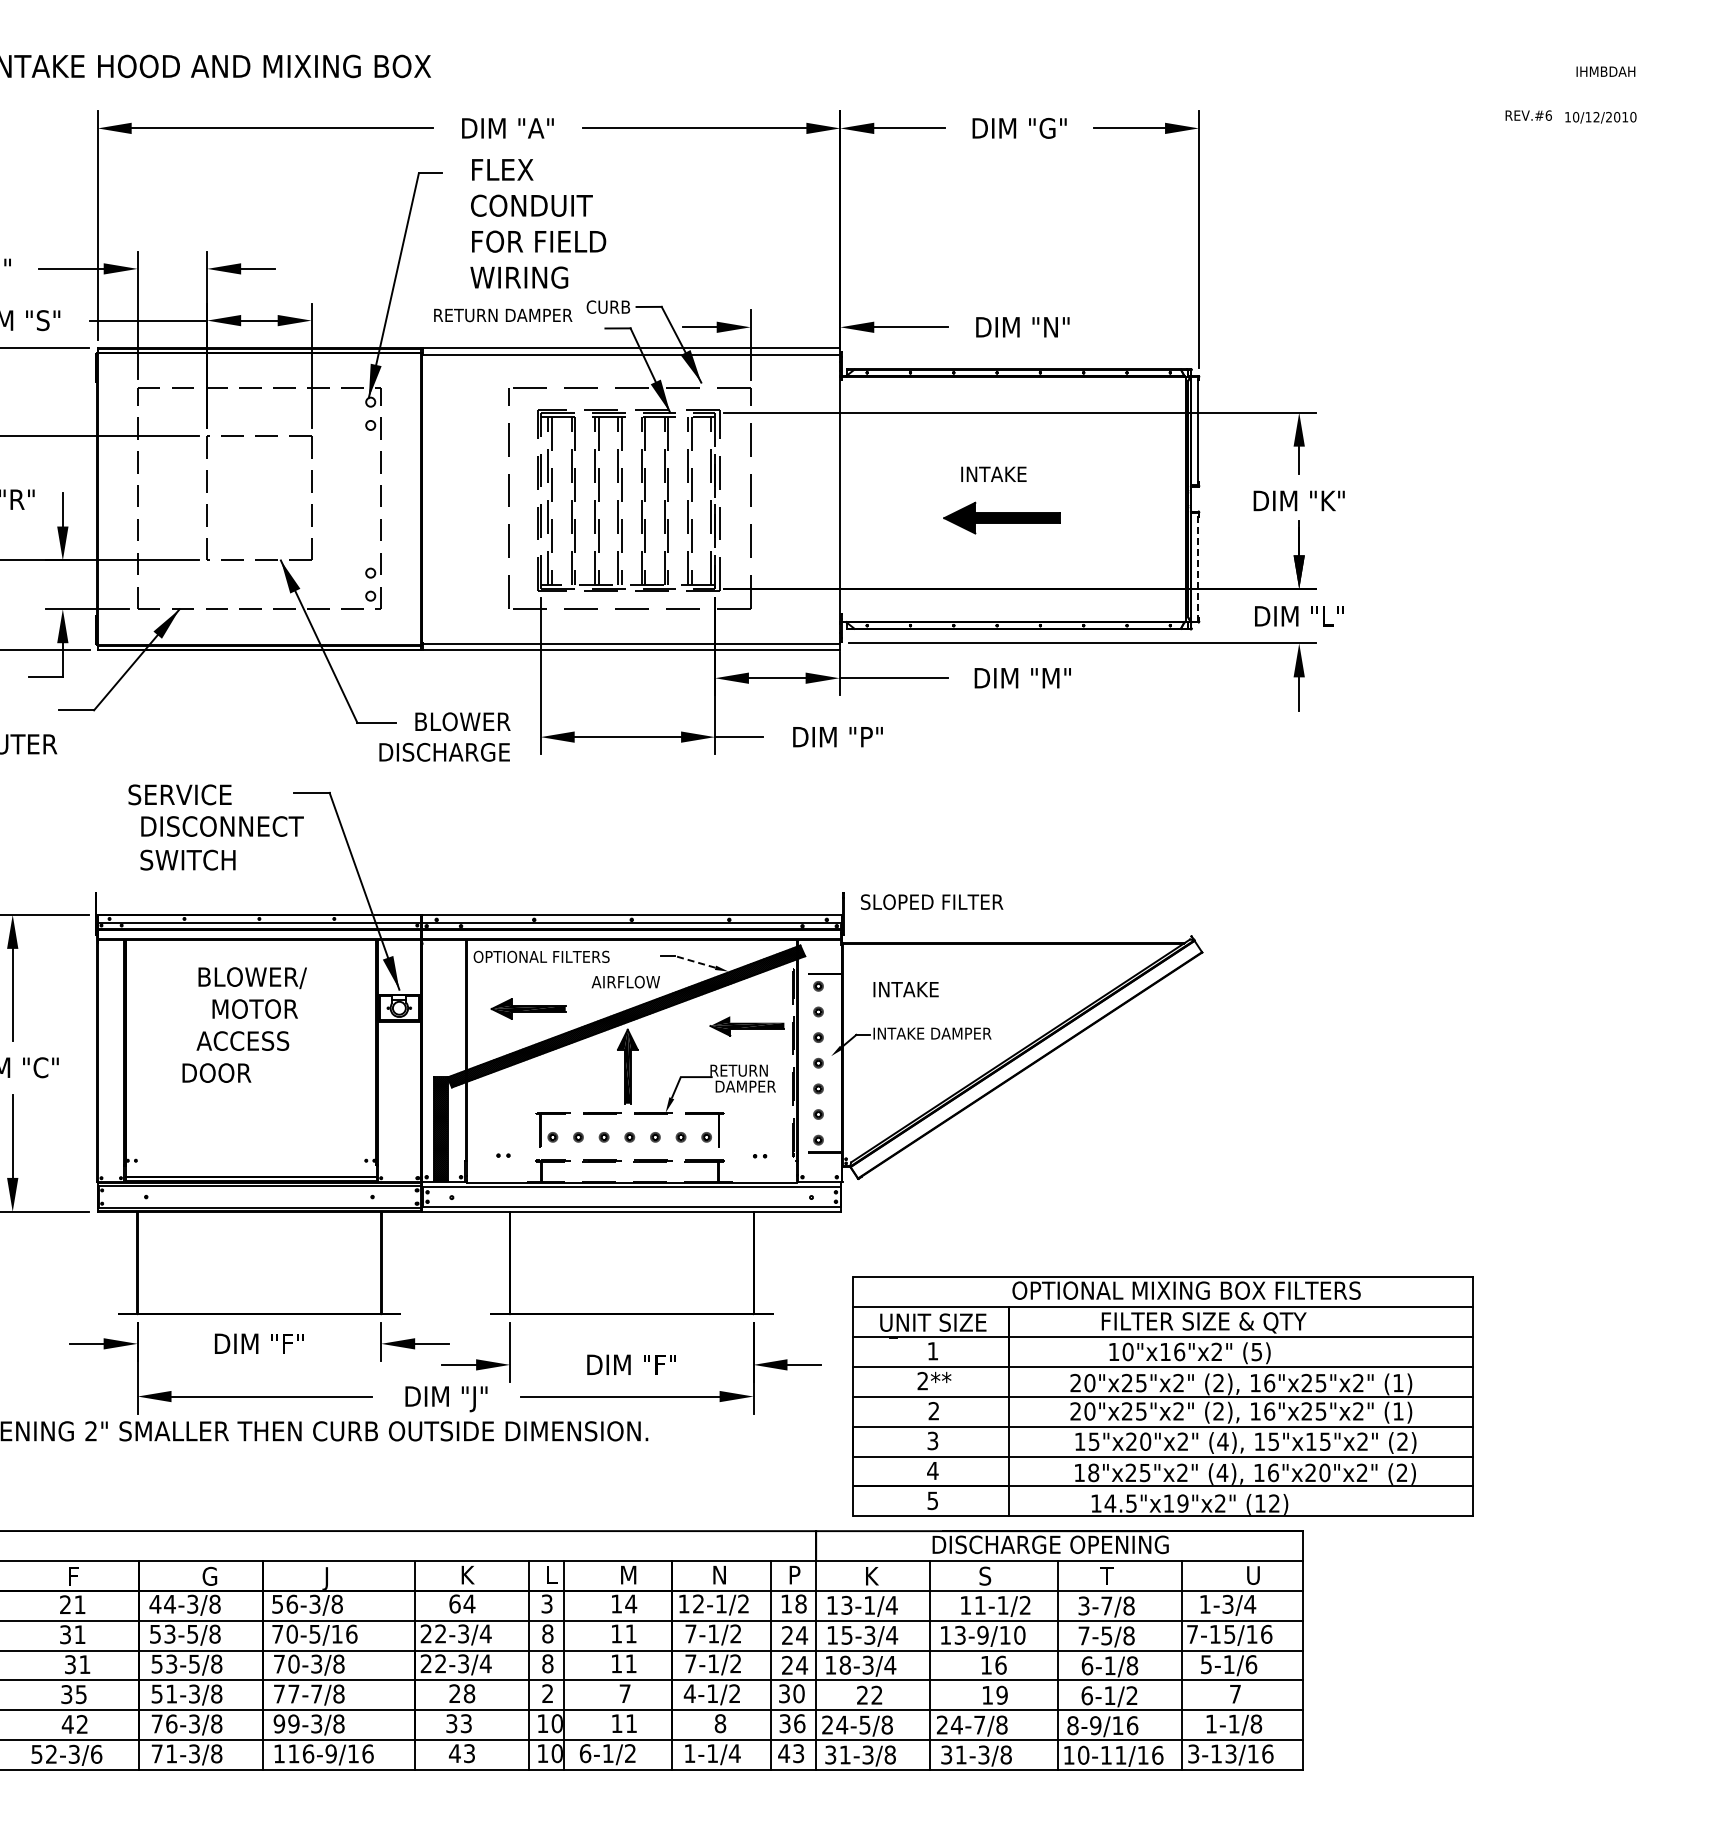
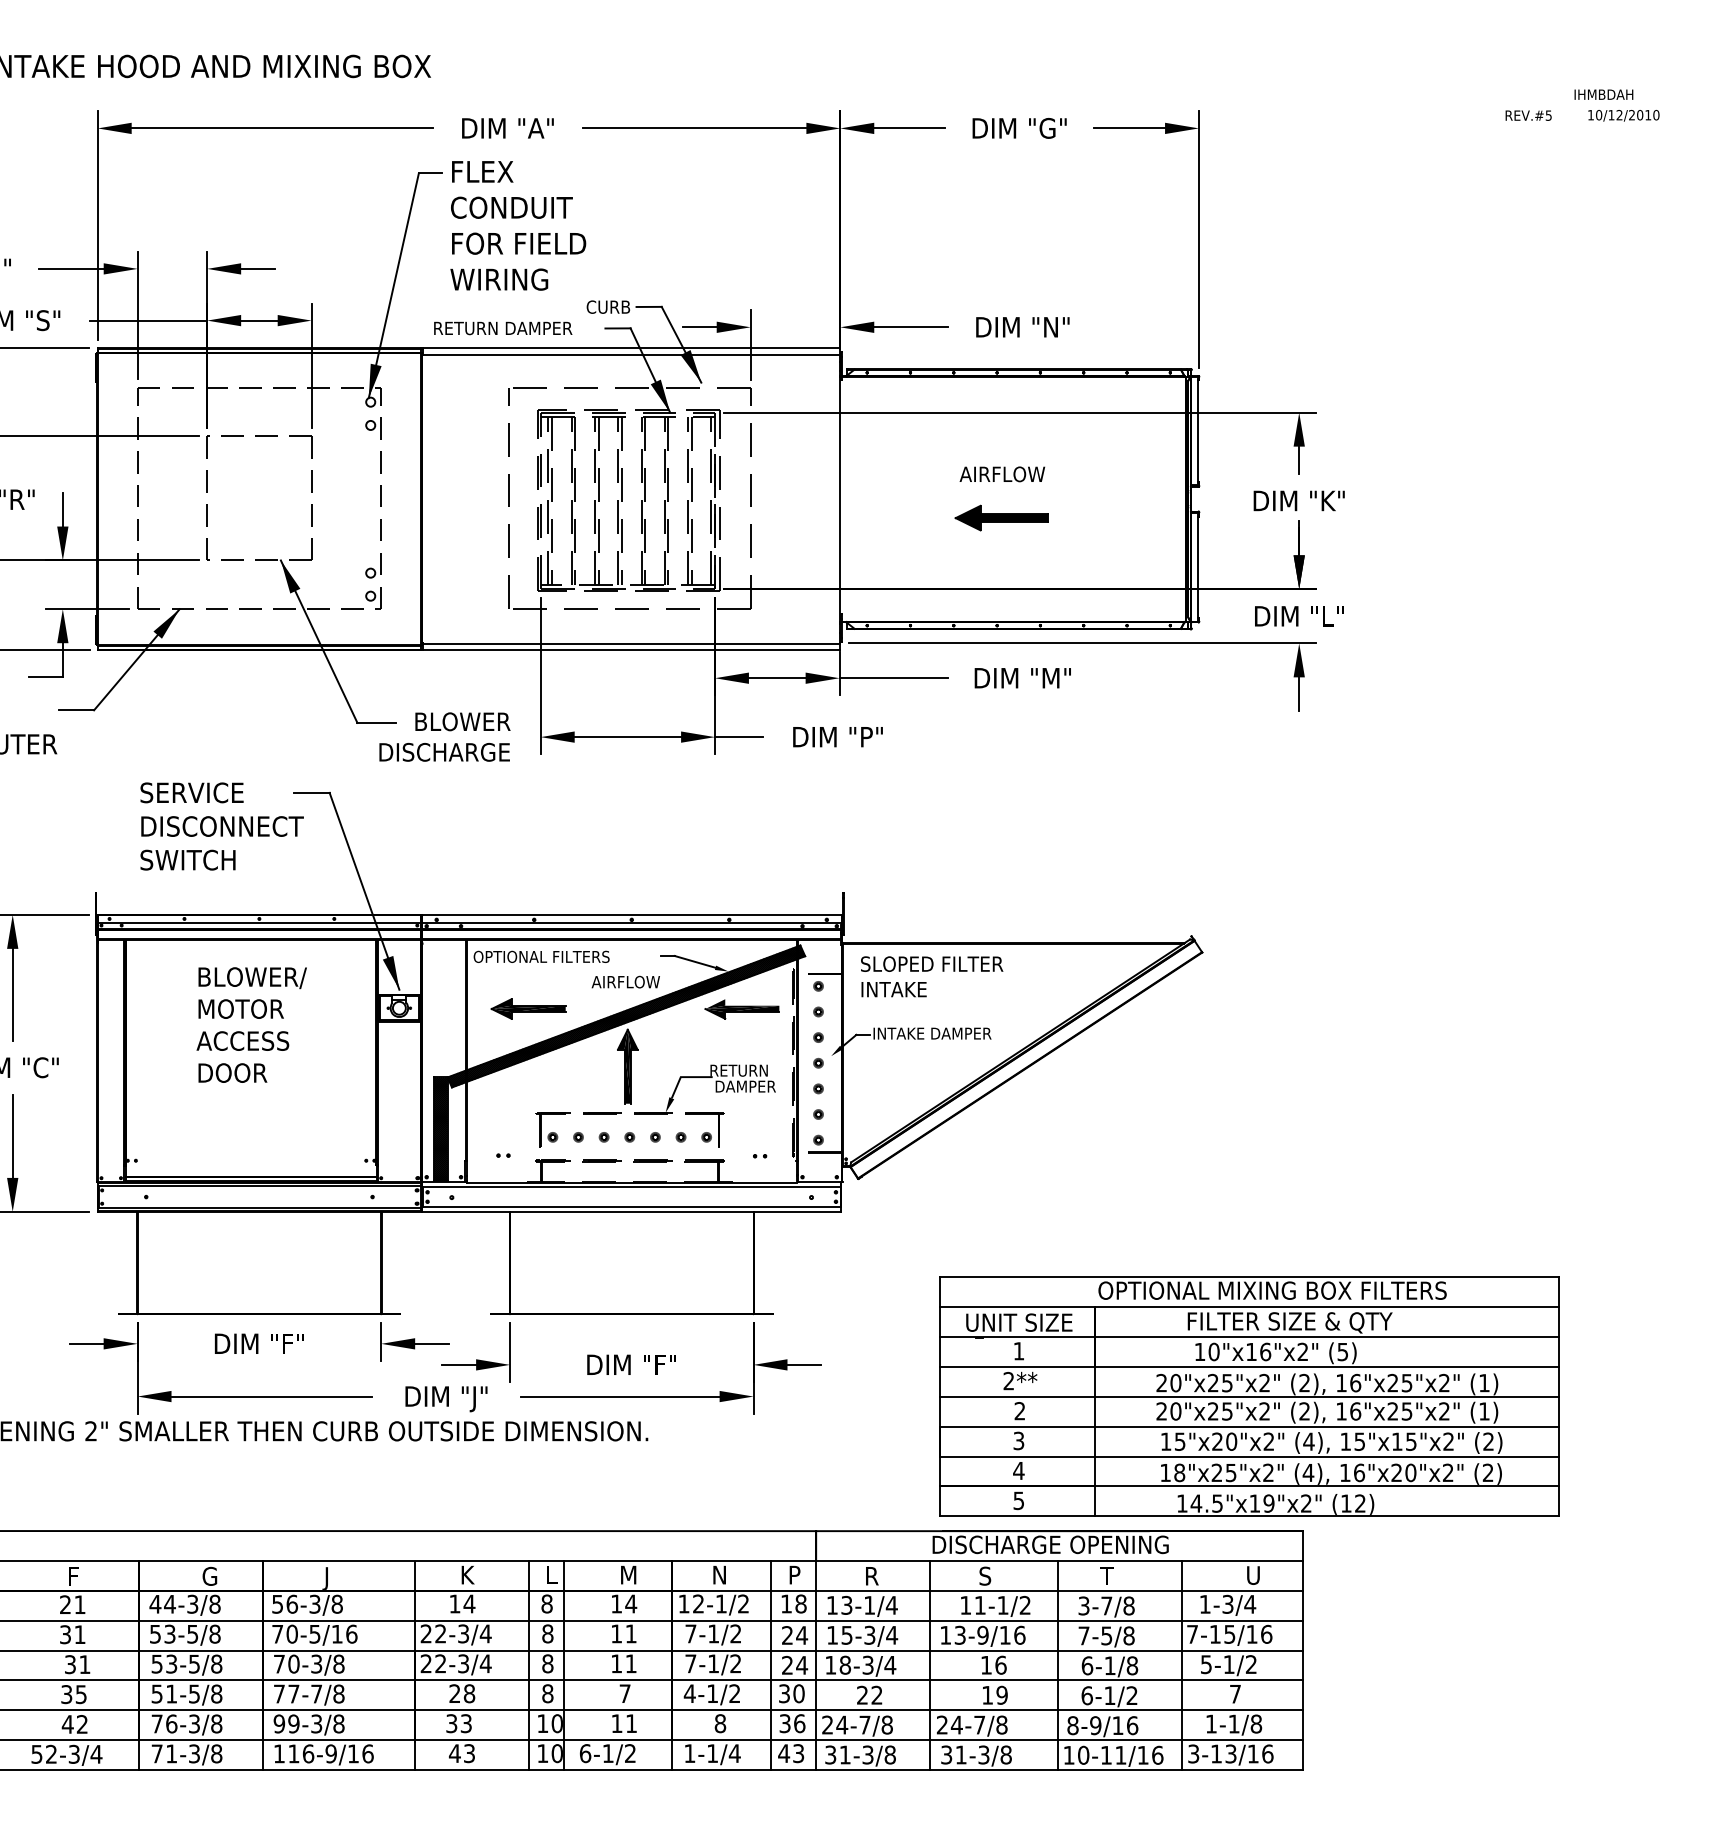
text at (1605, 71) position: (1605, 71) -> (1603, 94)
text at (1548, 115): REV.#6 -> REV.#5
text at (1600, 117) position: (1600, 117) -> (1623, 115)
text at (538, 223) position: (538, 223) -> (518, 225)
text at (503, 315) position: (503, 315) -> (503, 328)
text at (1002, 474): INTAKE -> AIRFLOW
part at (1001, 517) size: 118x34 px -> 95x28 px
line at (1197, 566): dashed -> solid
text at (179, 794) position: (179, 794) -> (191, 792)
text at (932, 901) position: (932, 901) -> (932, 963)
line at (694, 961): dashed -> solid
text at (905, 989) position: (905, 989) -> (893, 989)
text at (254, 1008) position: (254, 1008) -> (240, 1008)
part at (746, 1026) position: (746, 1026) -> (741, 1009)
text at (216, 1072) position: (216, 1072) -> (232, 1072)
part at (1163, 1396) position: (1163, 1396) -> (1249, 1396)
text at (873, 1576): K -> R
text at (454, 1603): 64 -> 14
text at (546, 1603): 3 -> 8
text at (1019, 1634): 13-9/10 -> 13-9/16
text at (1251, 1664): 5-1/6 -> 5-1/2
text at (194, 1693): 51-3/8 -> 51-5/8
text at (547, 1693): 2 -> 8
text at (864, 1724): 24-5/8 -> 24-7/8
text at (96, 1753): 52-3/6 -> 52-3/4
